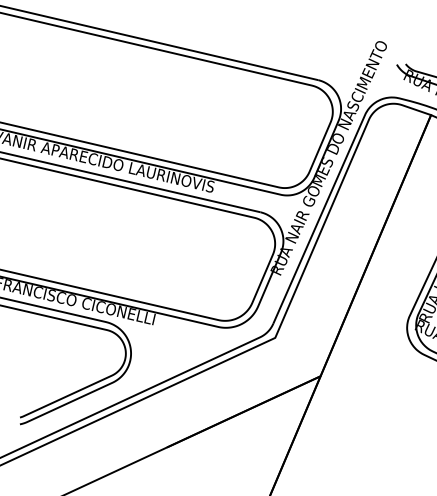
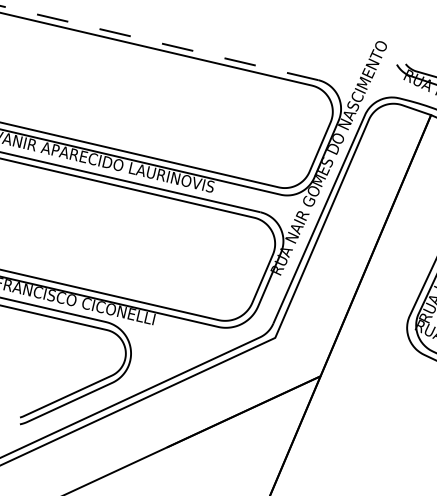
line at (158, 42): solid -> dashed
